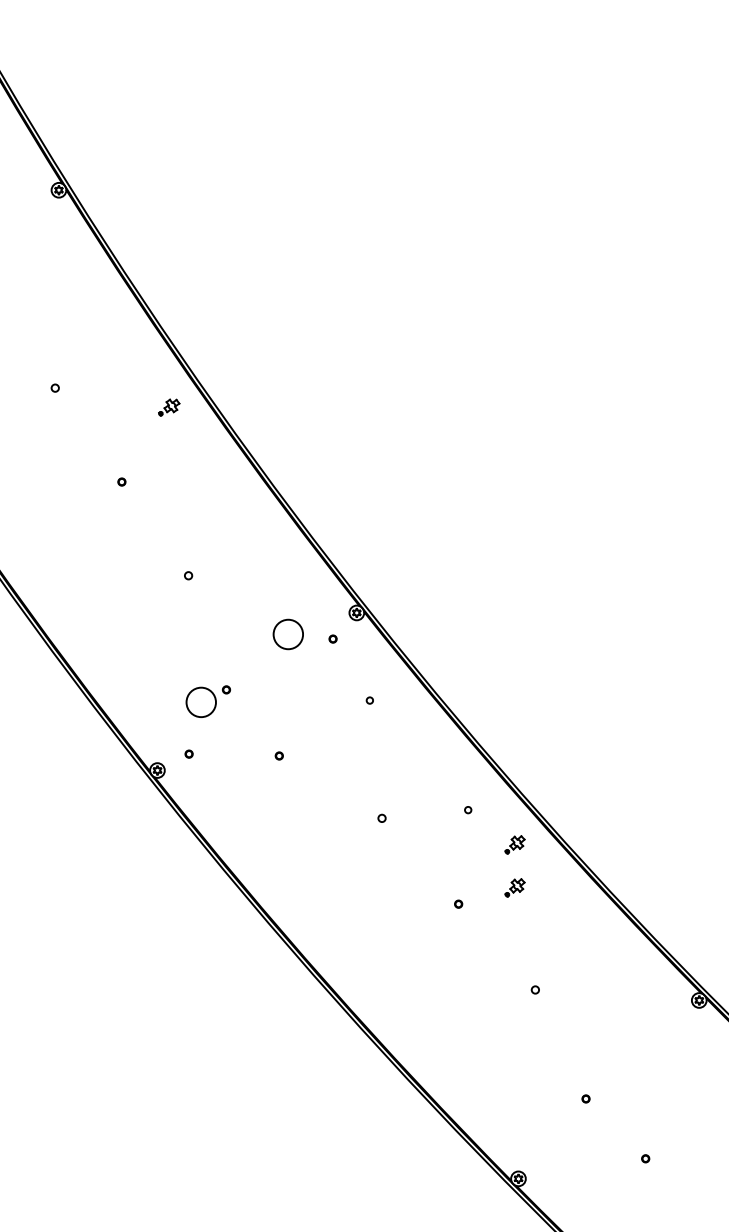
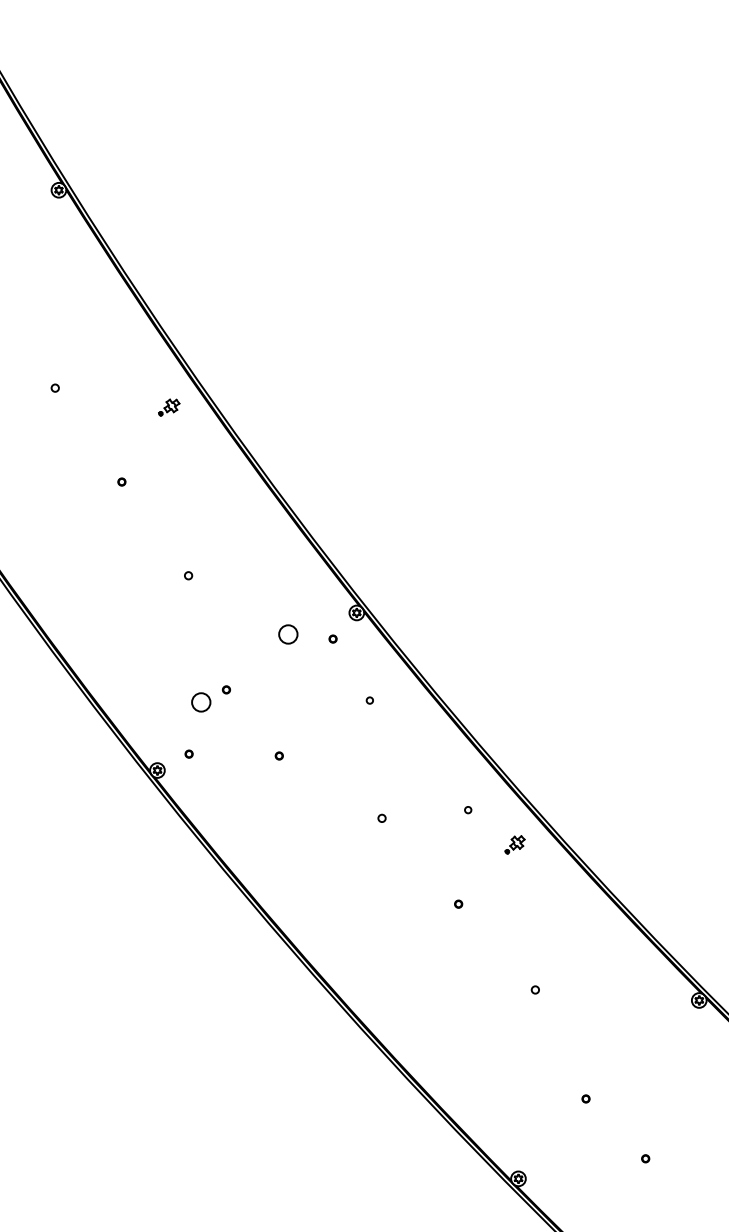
circle at (288, 634) diameter: 29 px -> 18 px
circle at (201, 702) diameter: 29 px -> 18 px
part at (514, 887): present -> none
